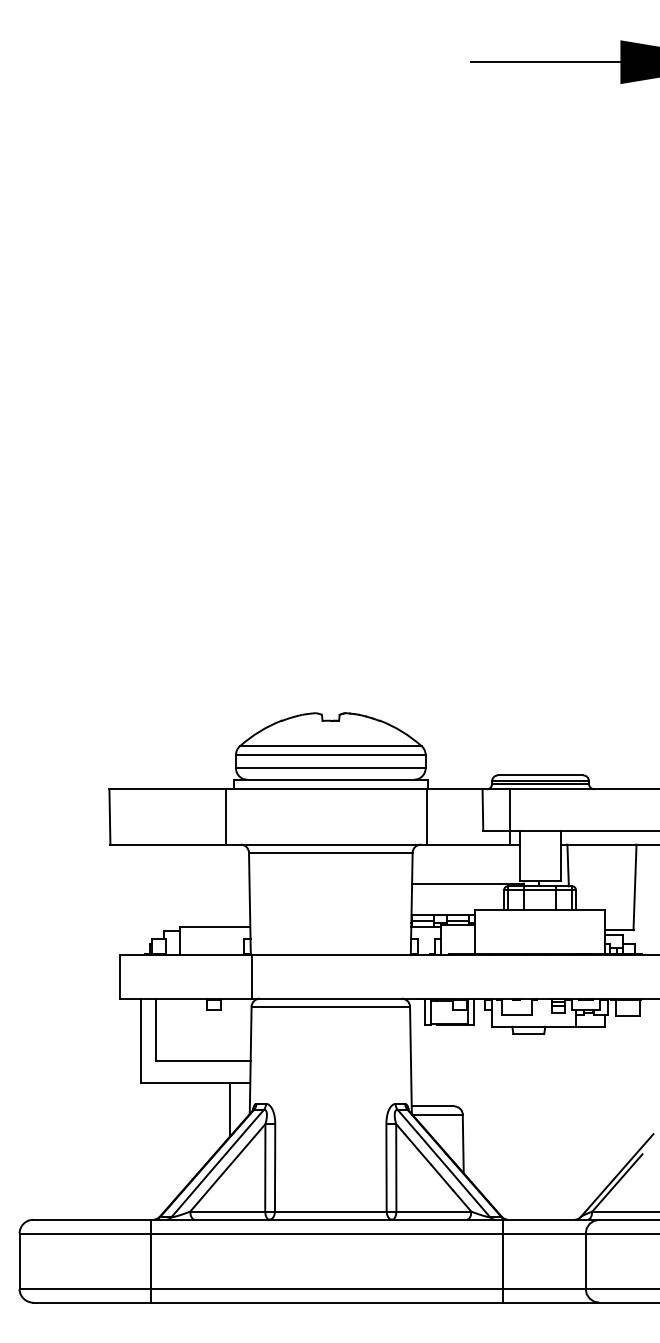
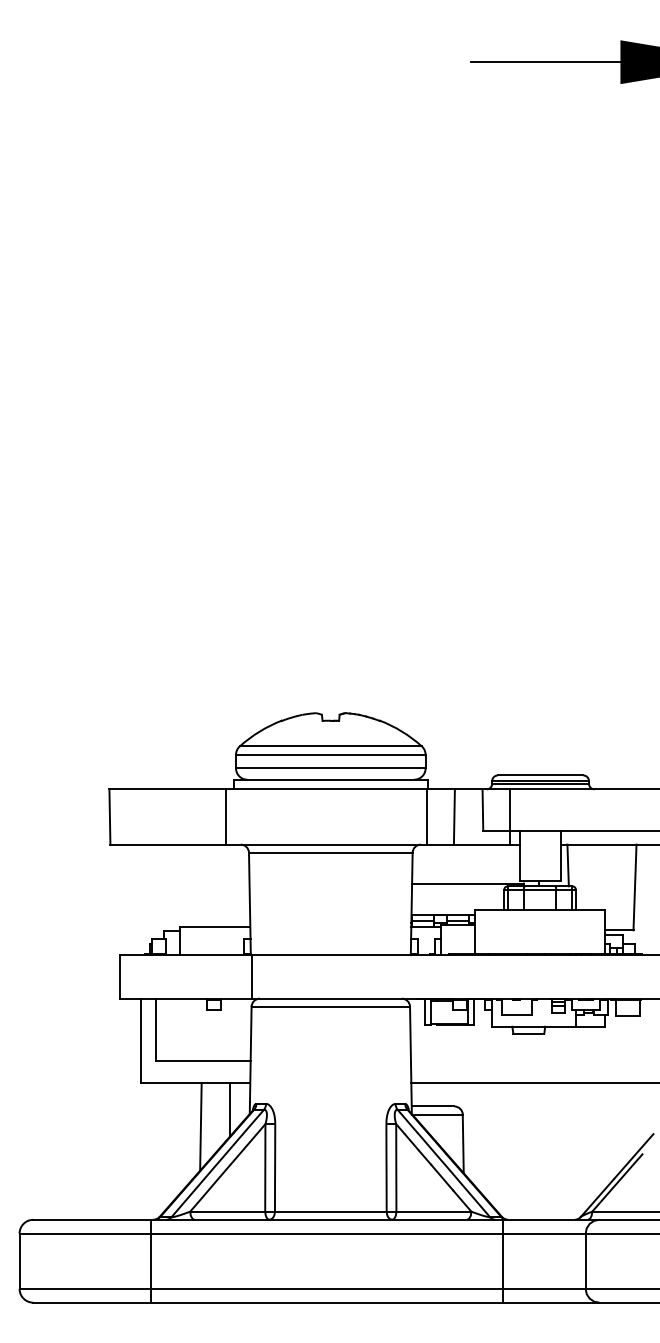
line at (453, 816): none -> present
line at (533, 1082): none -> present
line at (200, 1126): none -> present
